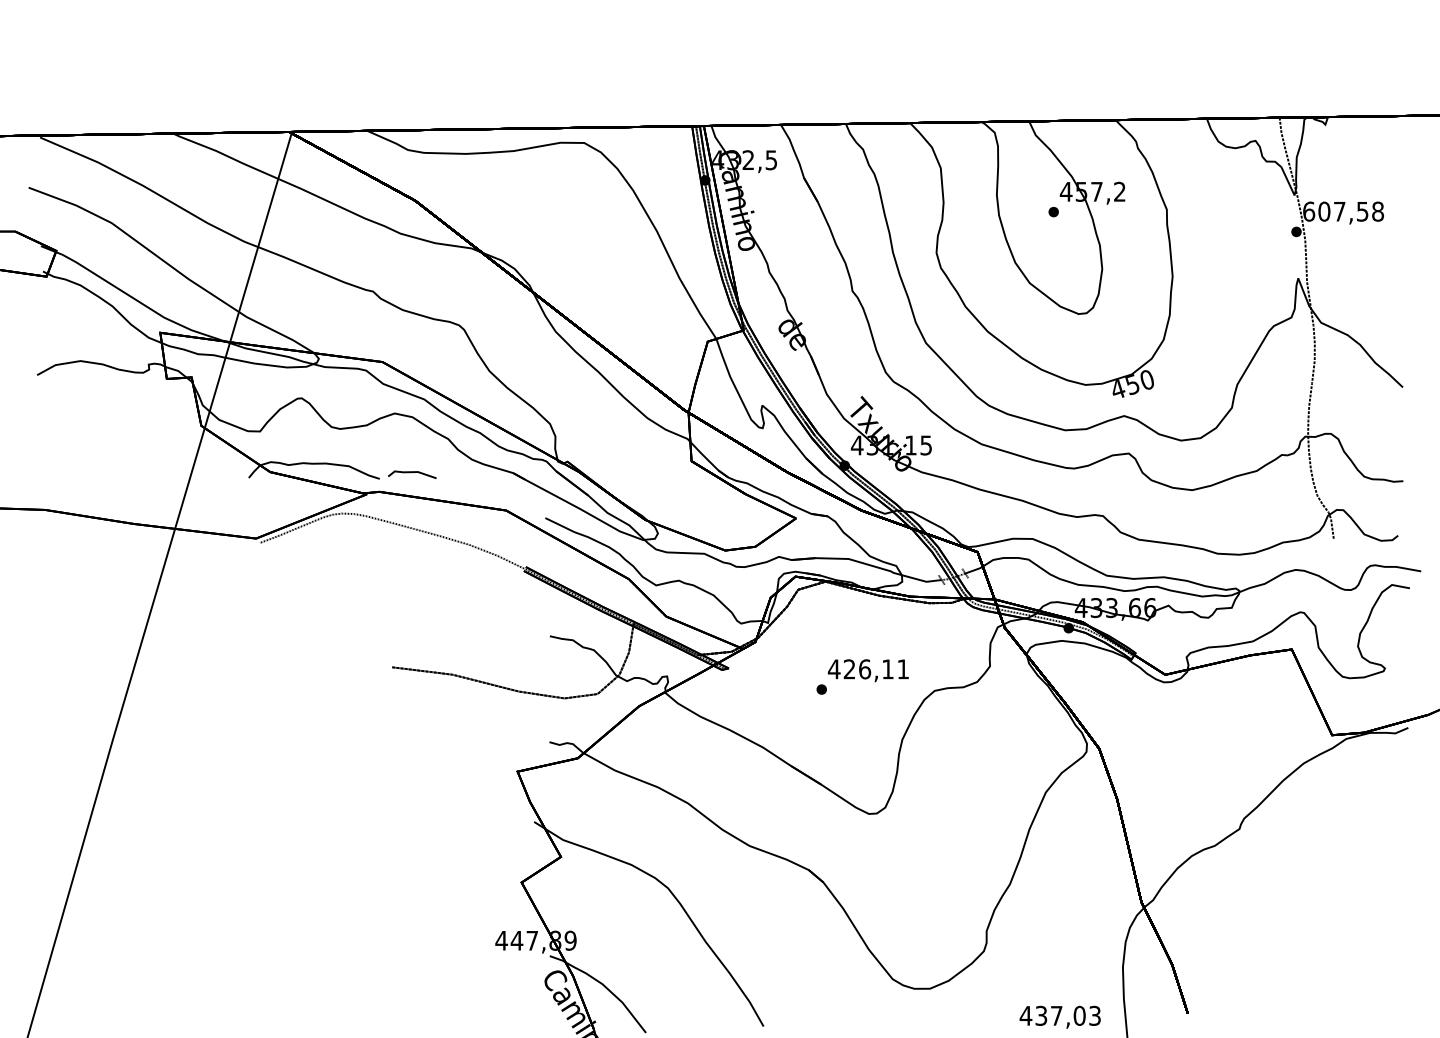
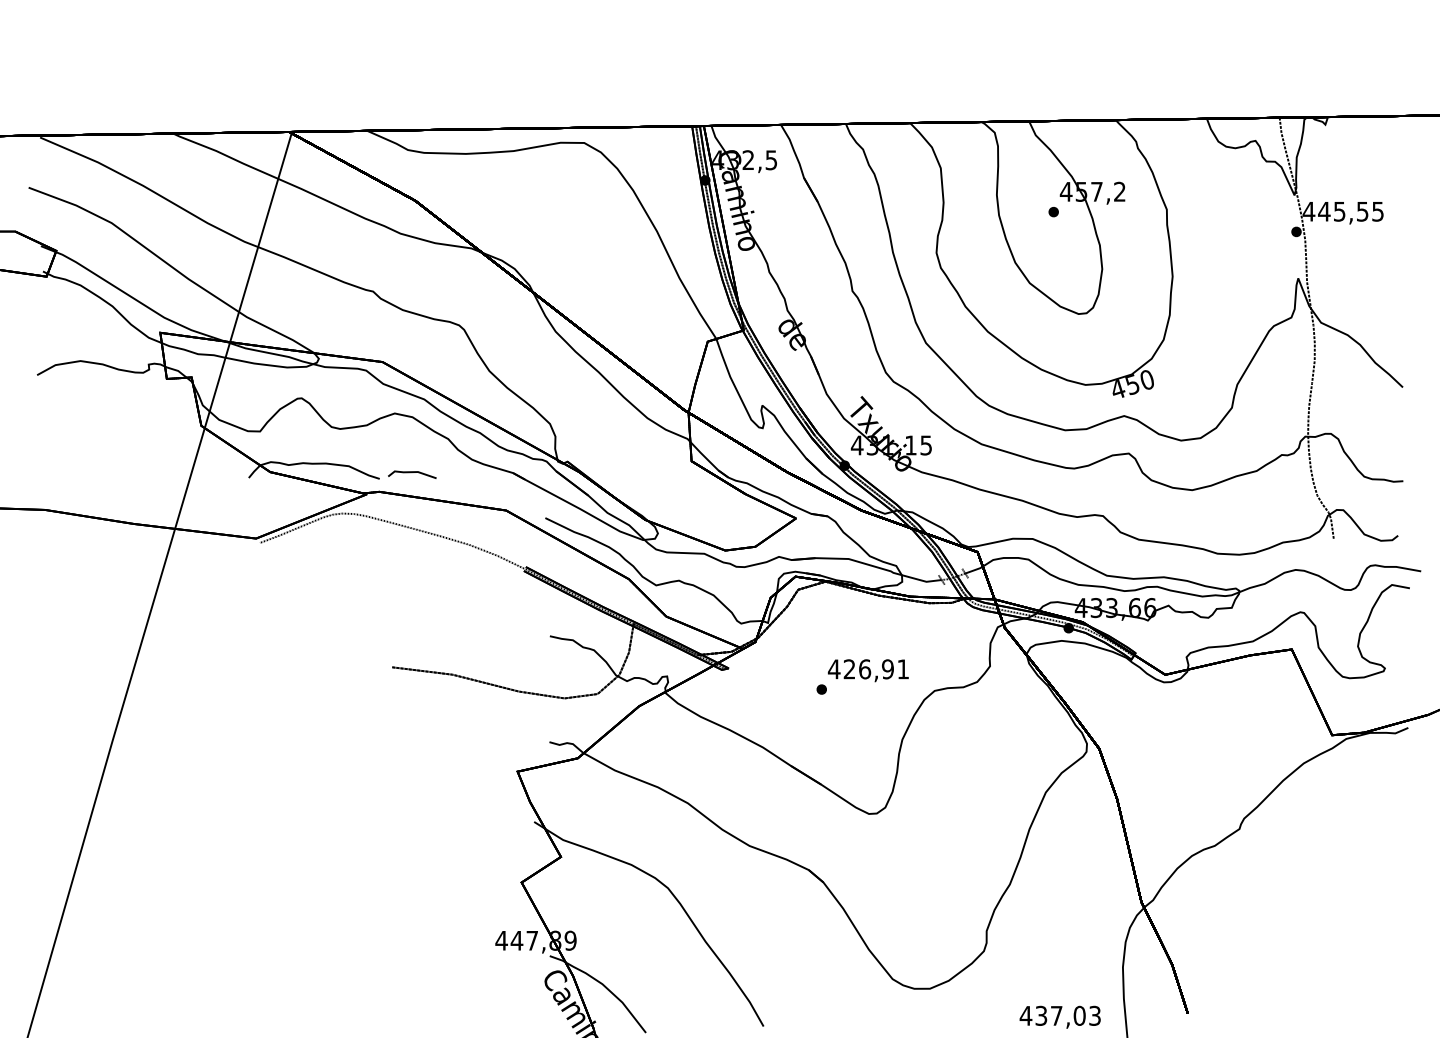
text at (1343, 211): 607,58 -> 445,55
text at (887, 669): 426,11 -> 426,91
